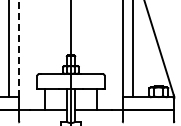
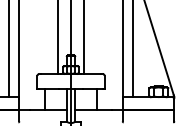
line at (58, 37): none -> present
line at (83, 37): none -> present
line at (19, 48): dashed -> solid
